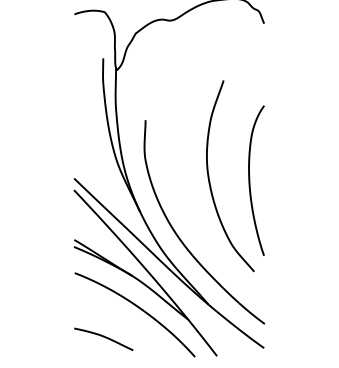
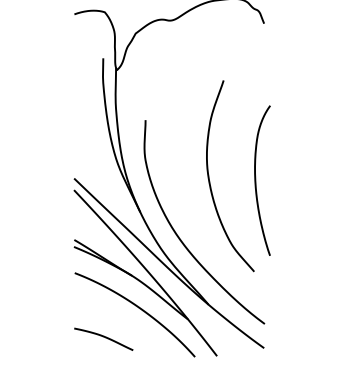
curve at (250, 180) position: (250, 180) -> (256, 180)
